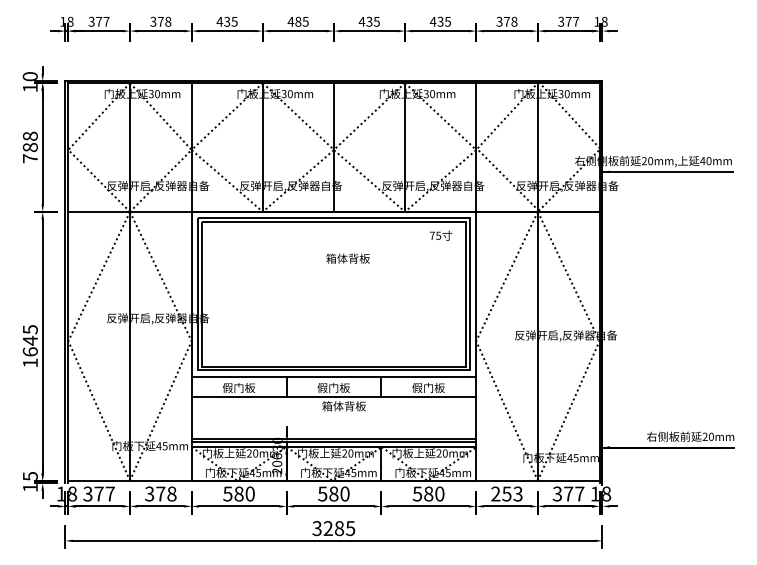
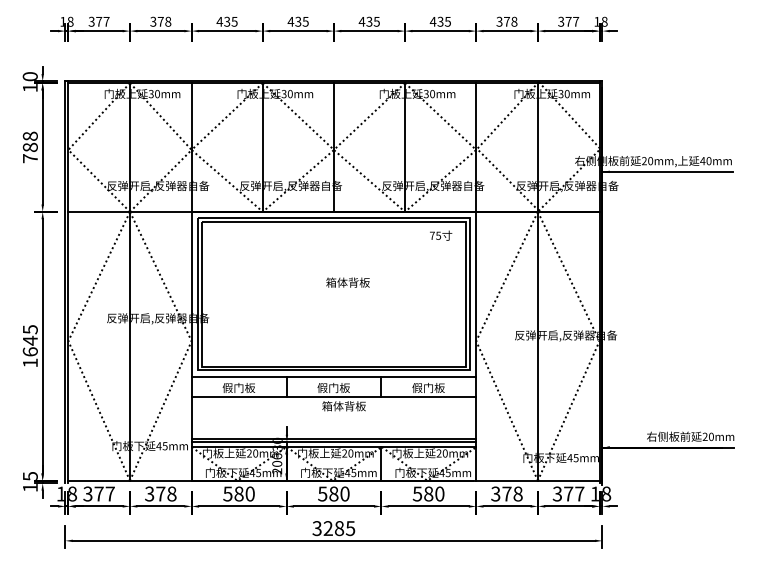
text at (298, 21): 485 -> 435
text at (347, 258) position: (347, 258) -> (347, 282)
text at (506, 493): 253 -> 378
